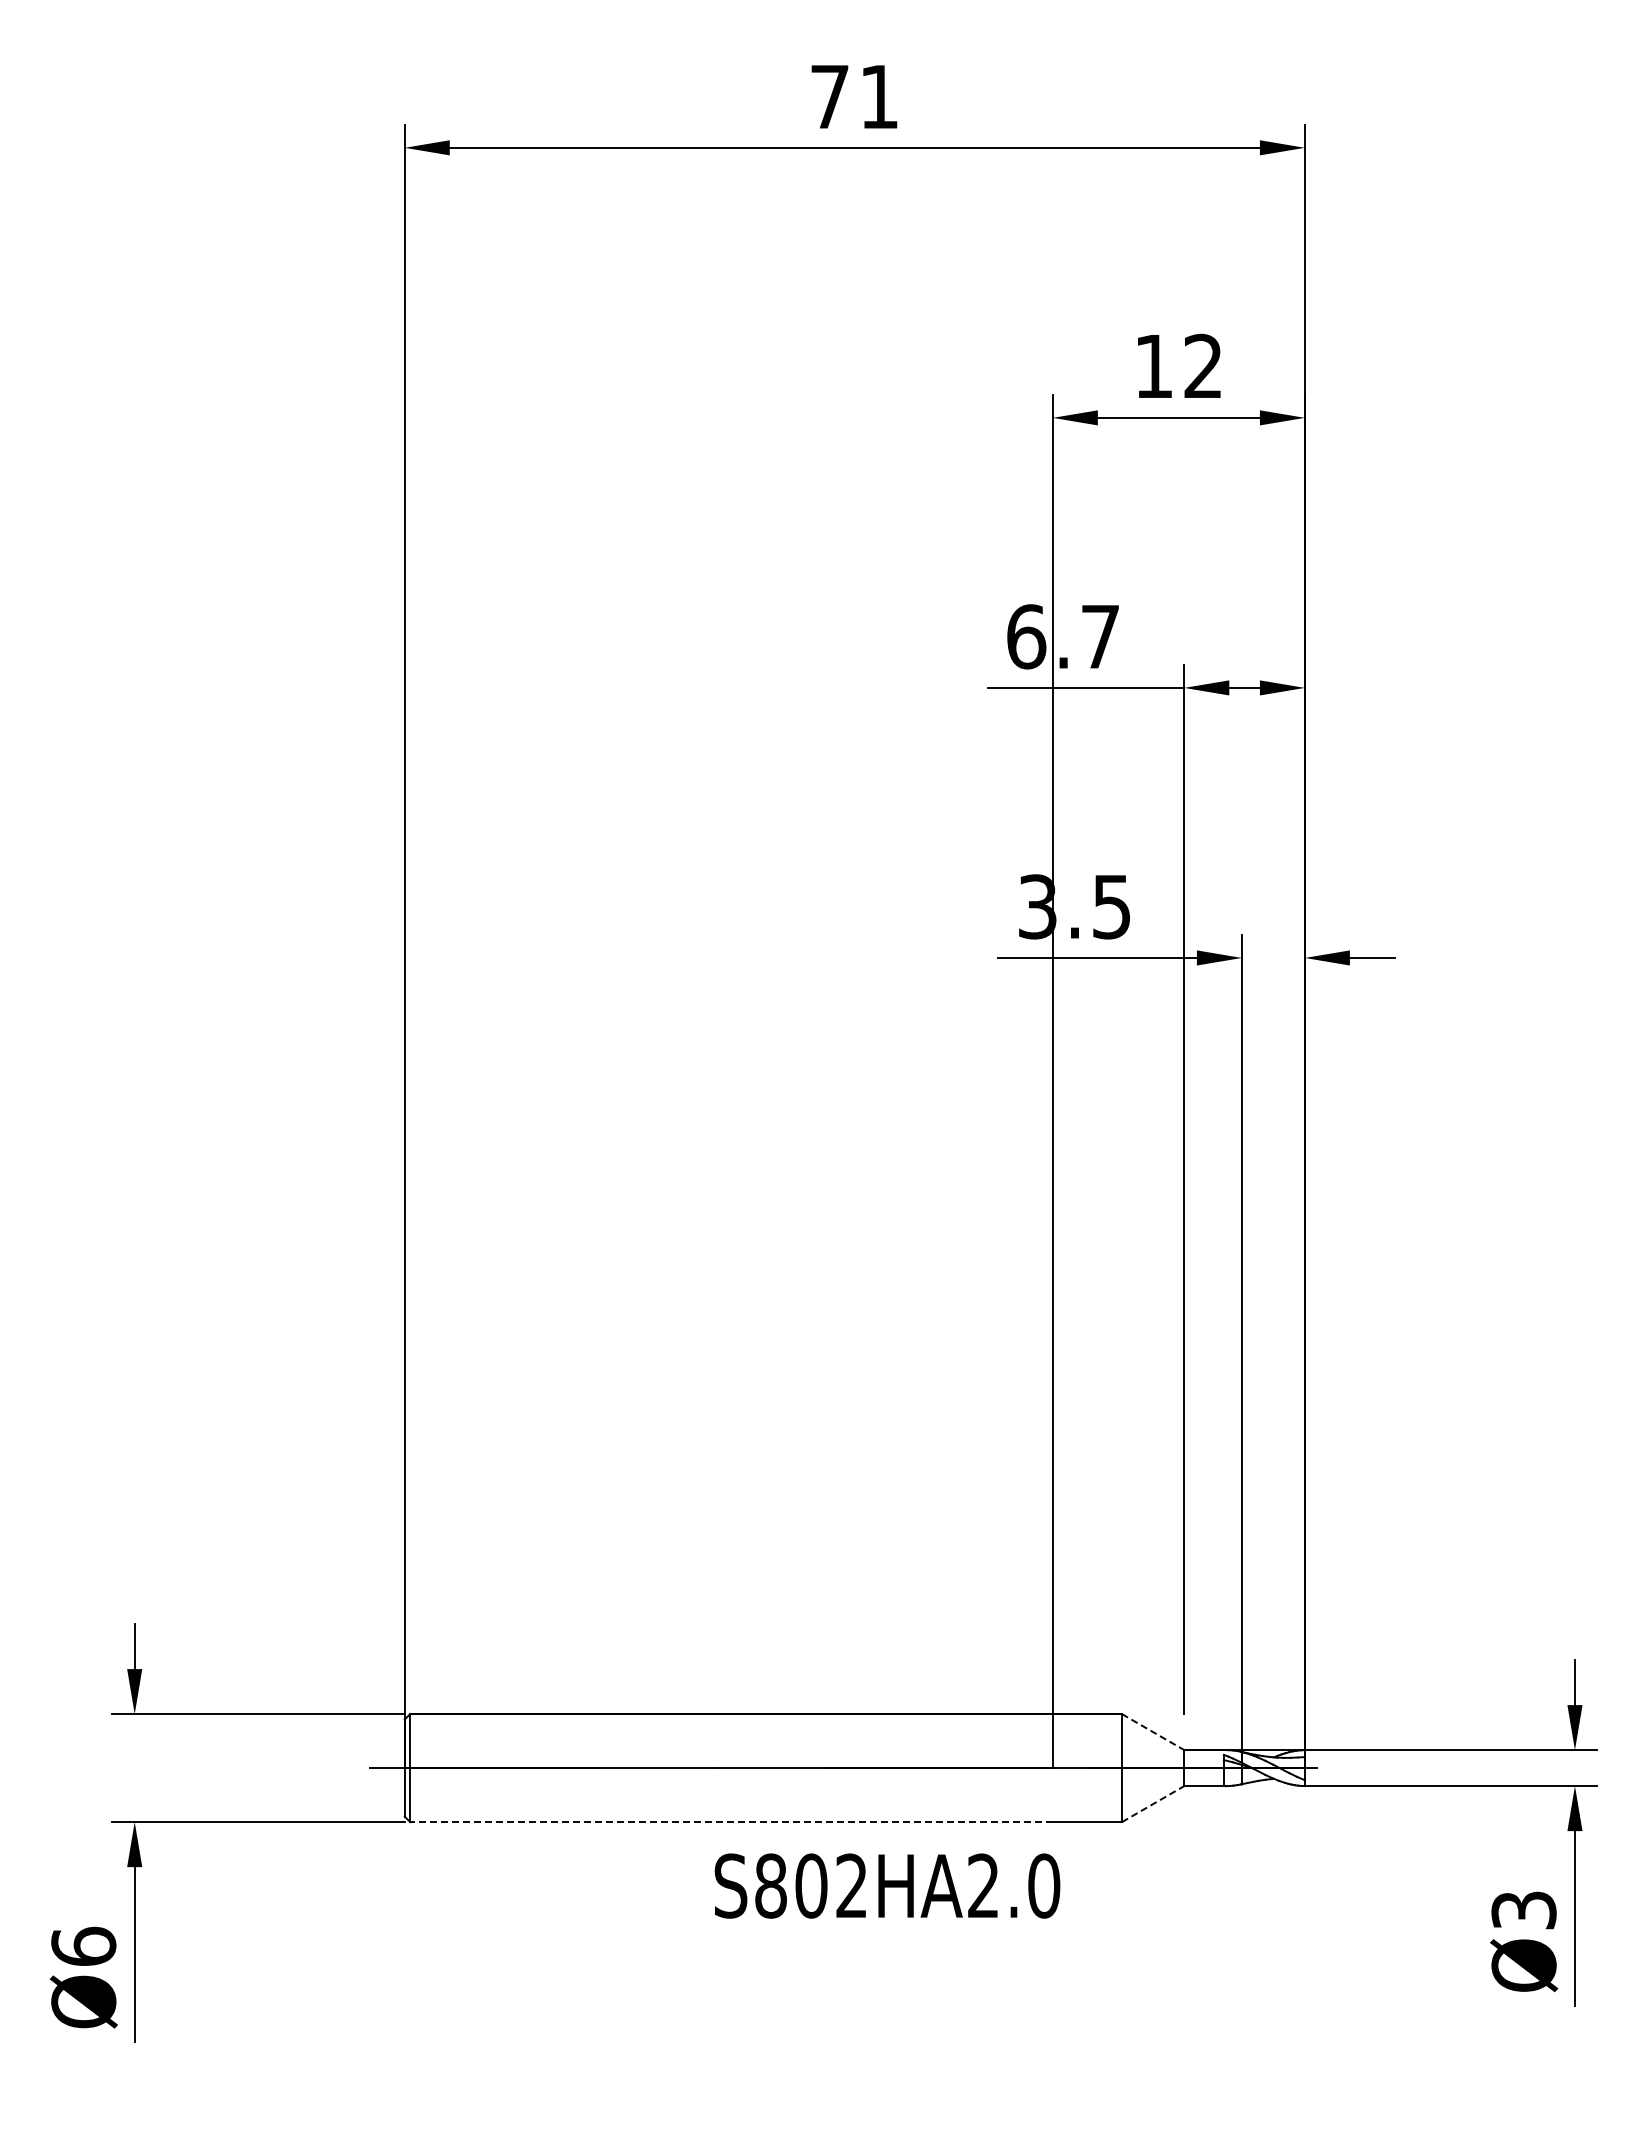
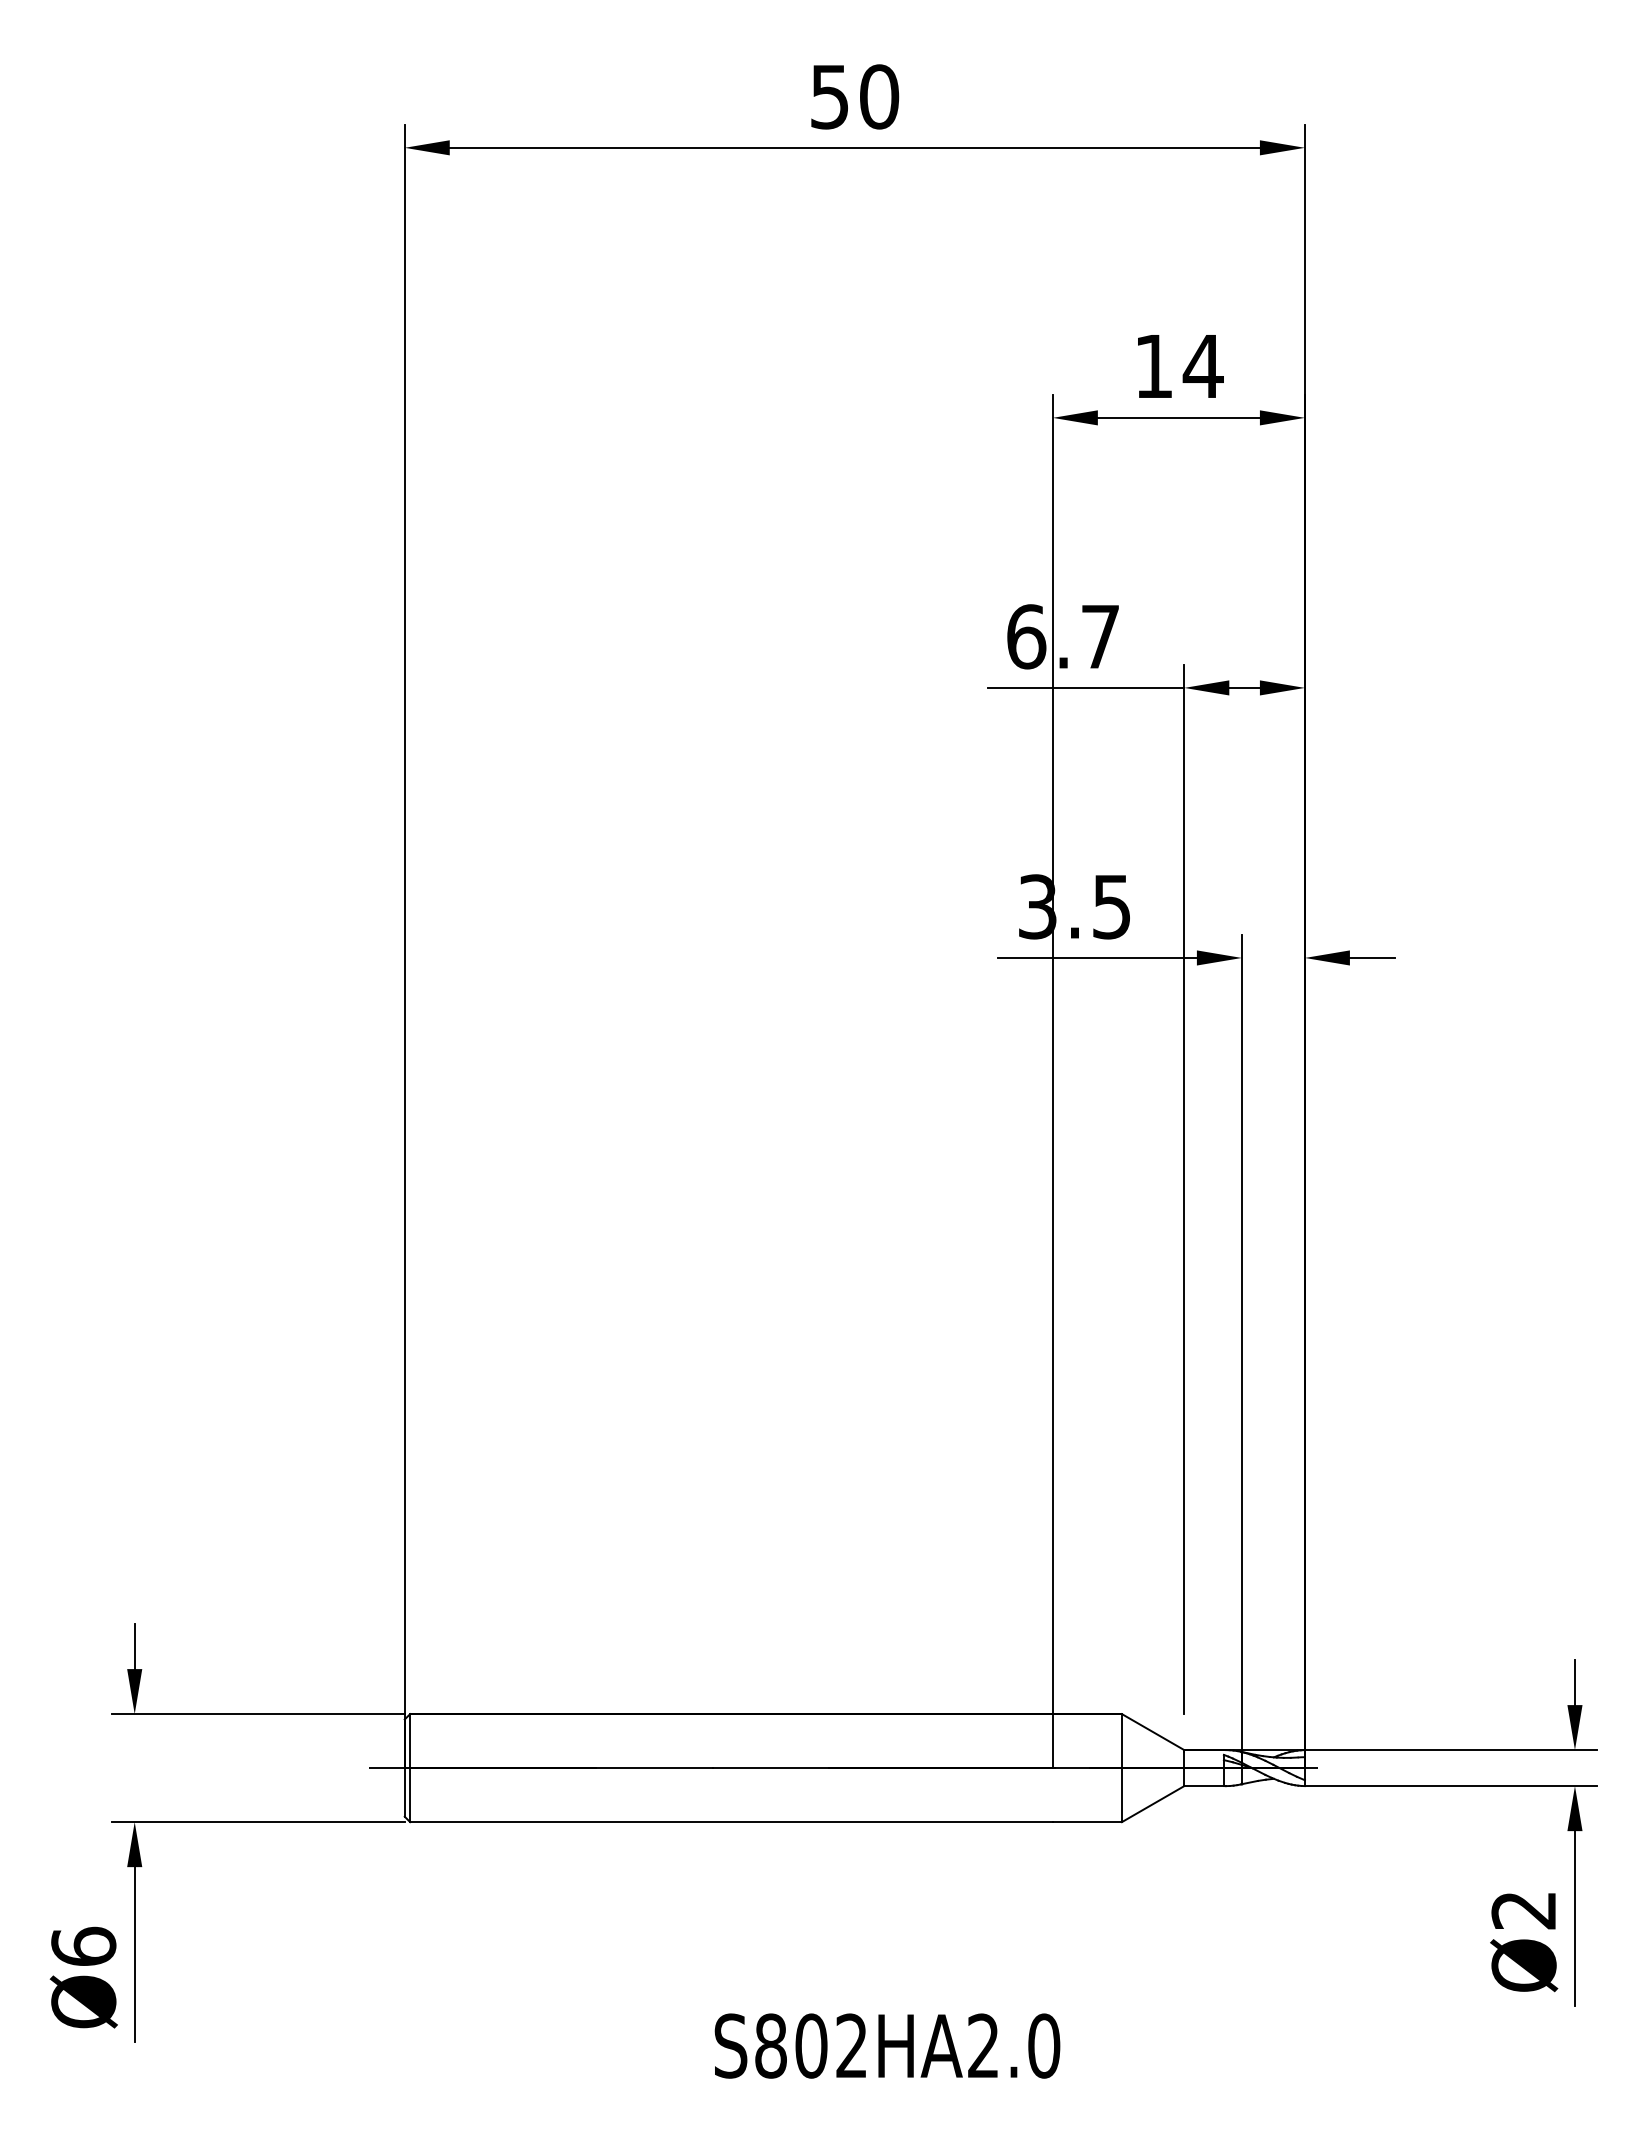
text at (855, 96): 71 -> 50
text at (1202, 365): 12 -> 14
line at (1153, 1732): dashed -> solid
line at (1153, 1804): dashed -> solid
line at (731, 1822): dashed -> solid
text at (887, 1885) position: (887, 1885) -> (887, 2045)
text at (1523, 1910): Ø3 -> Ø2
